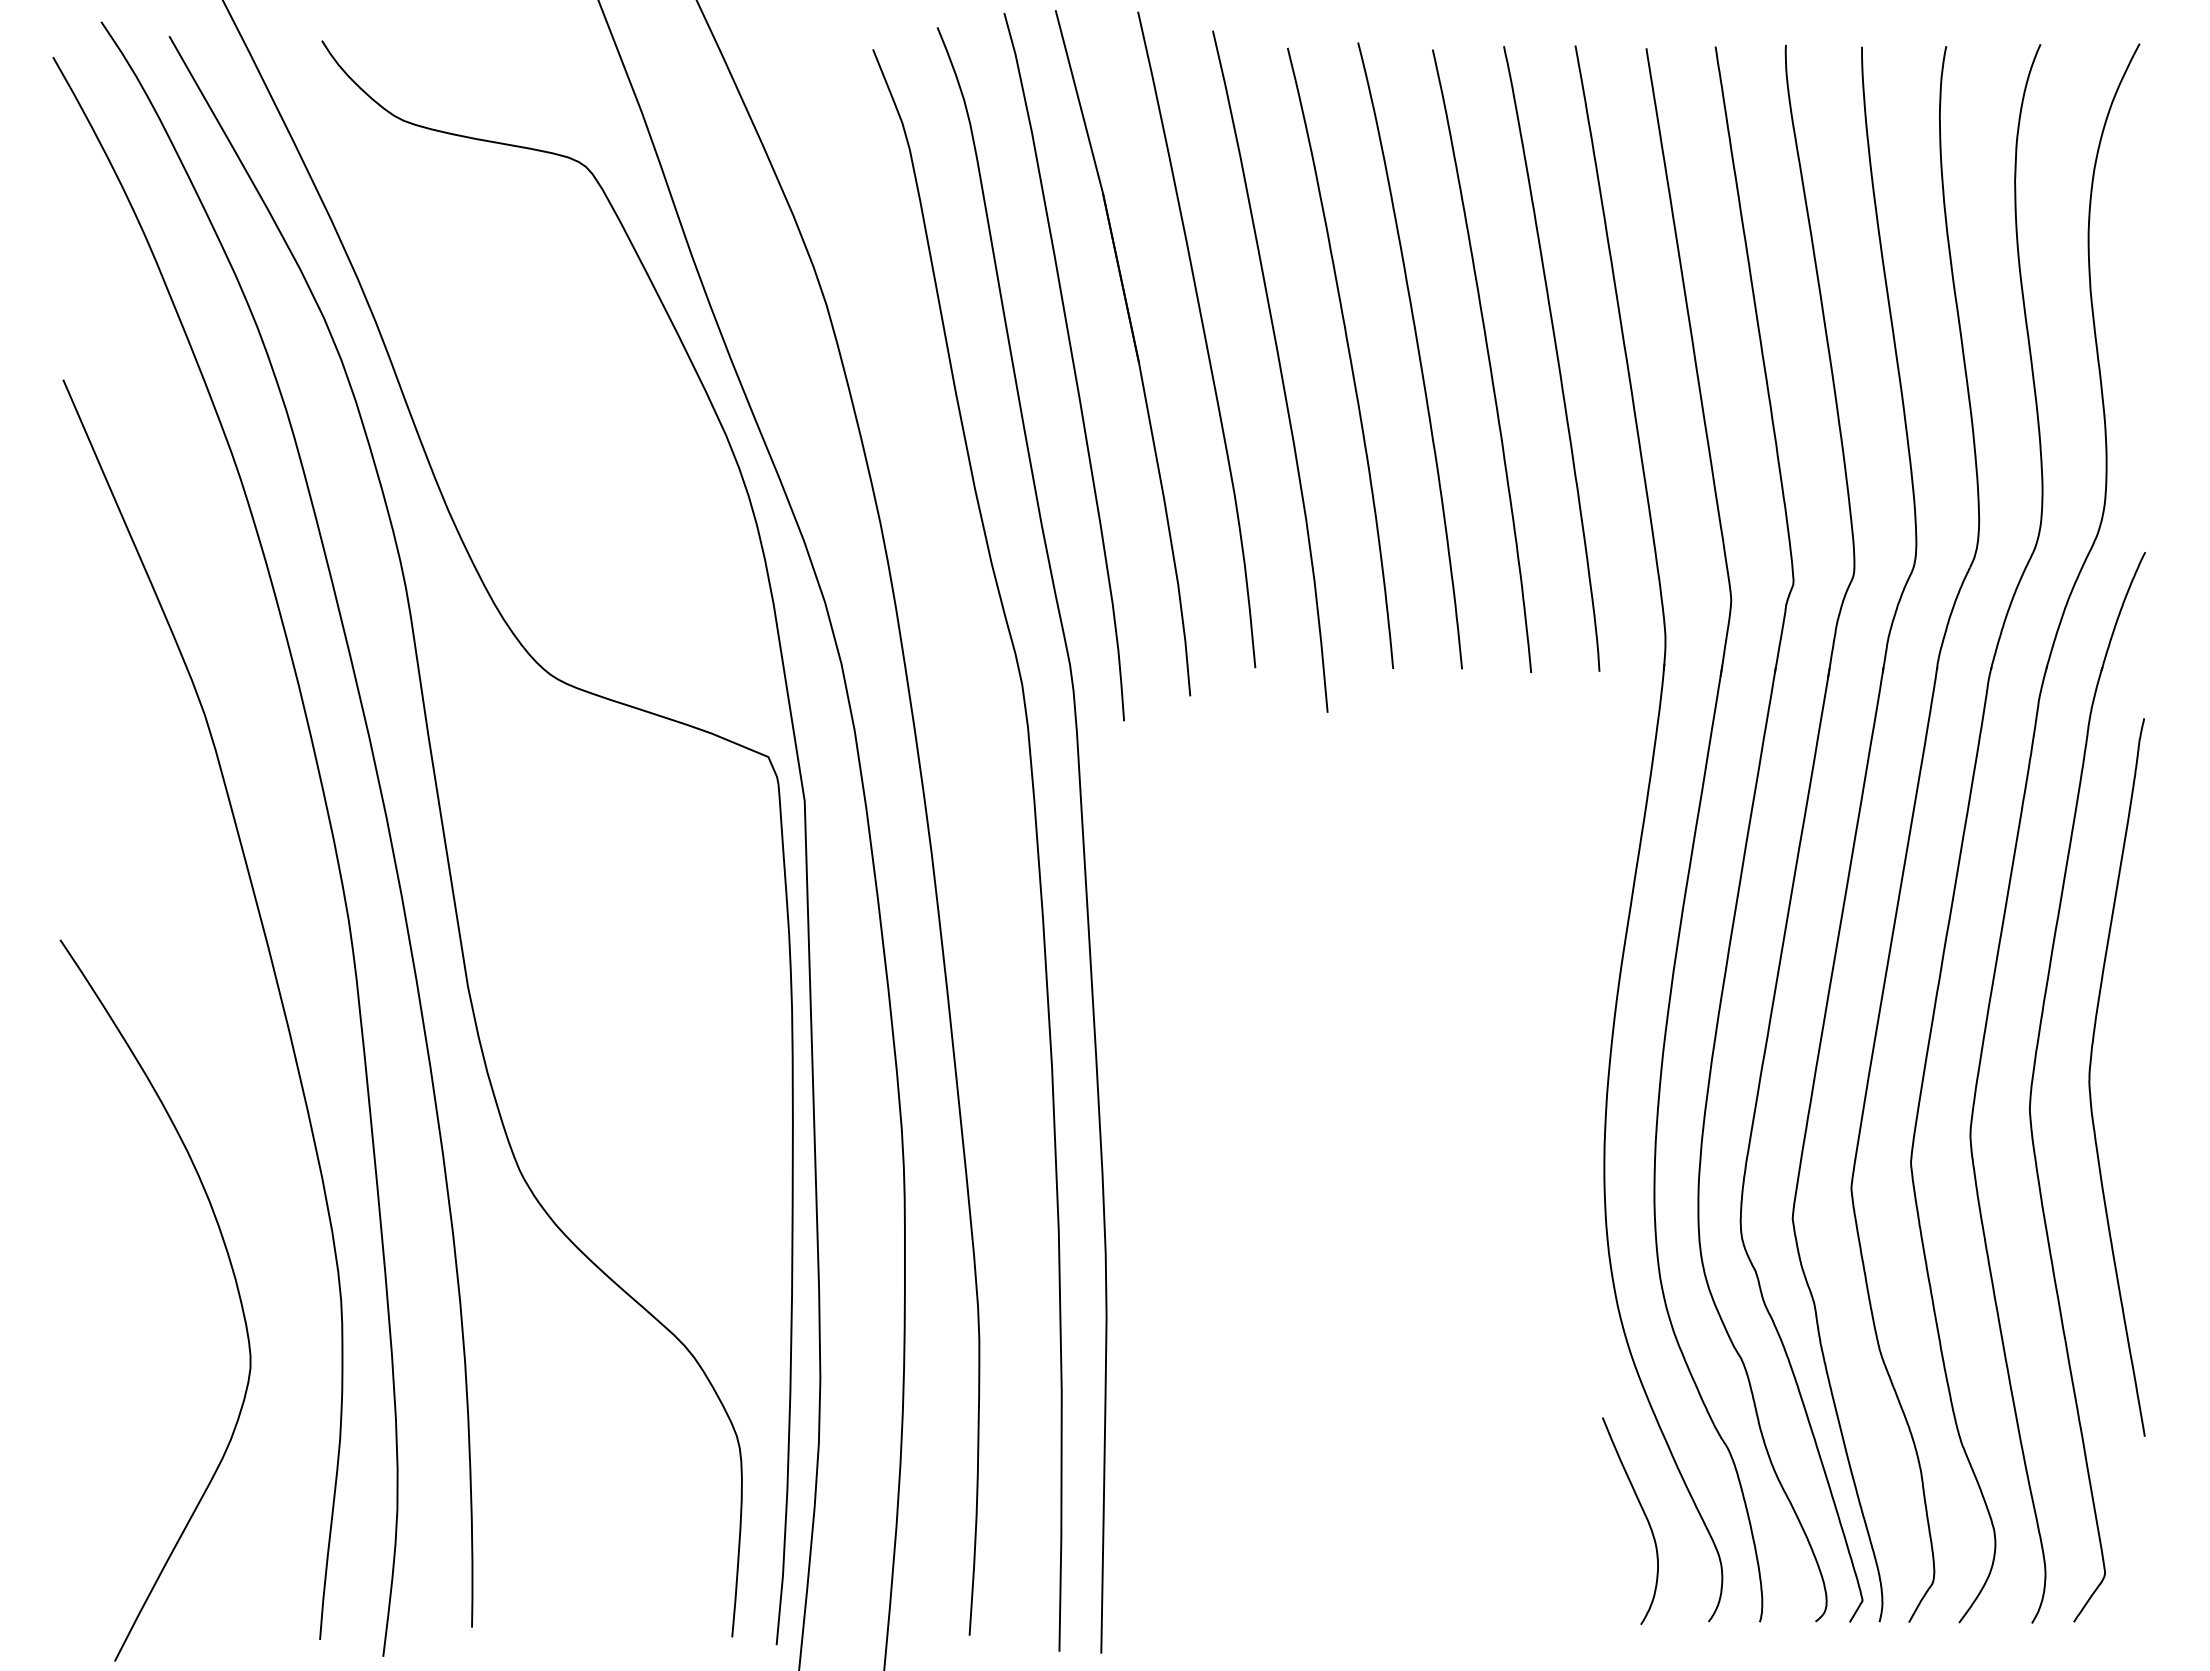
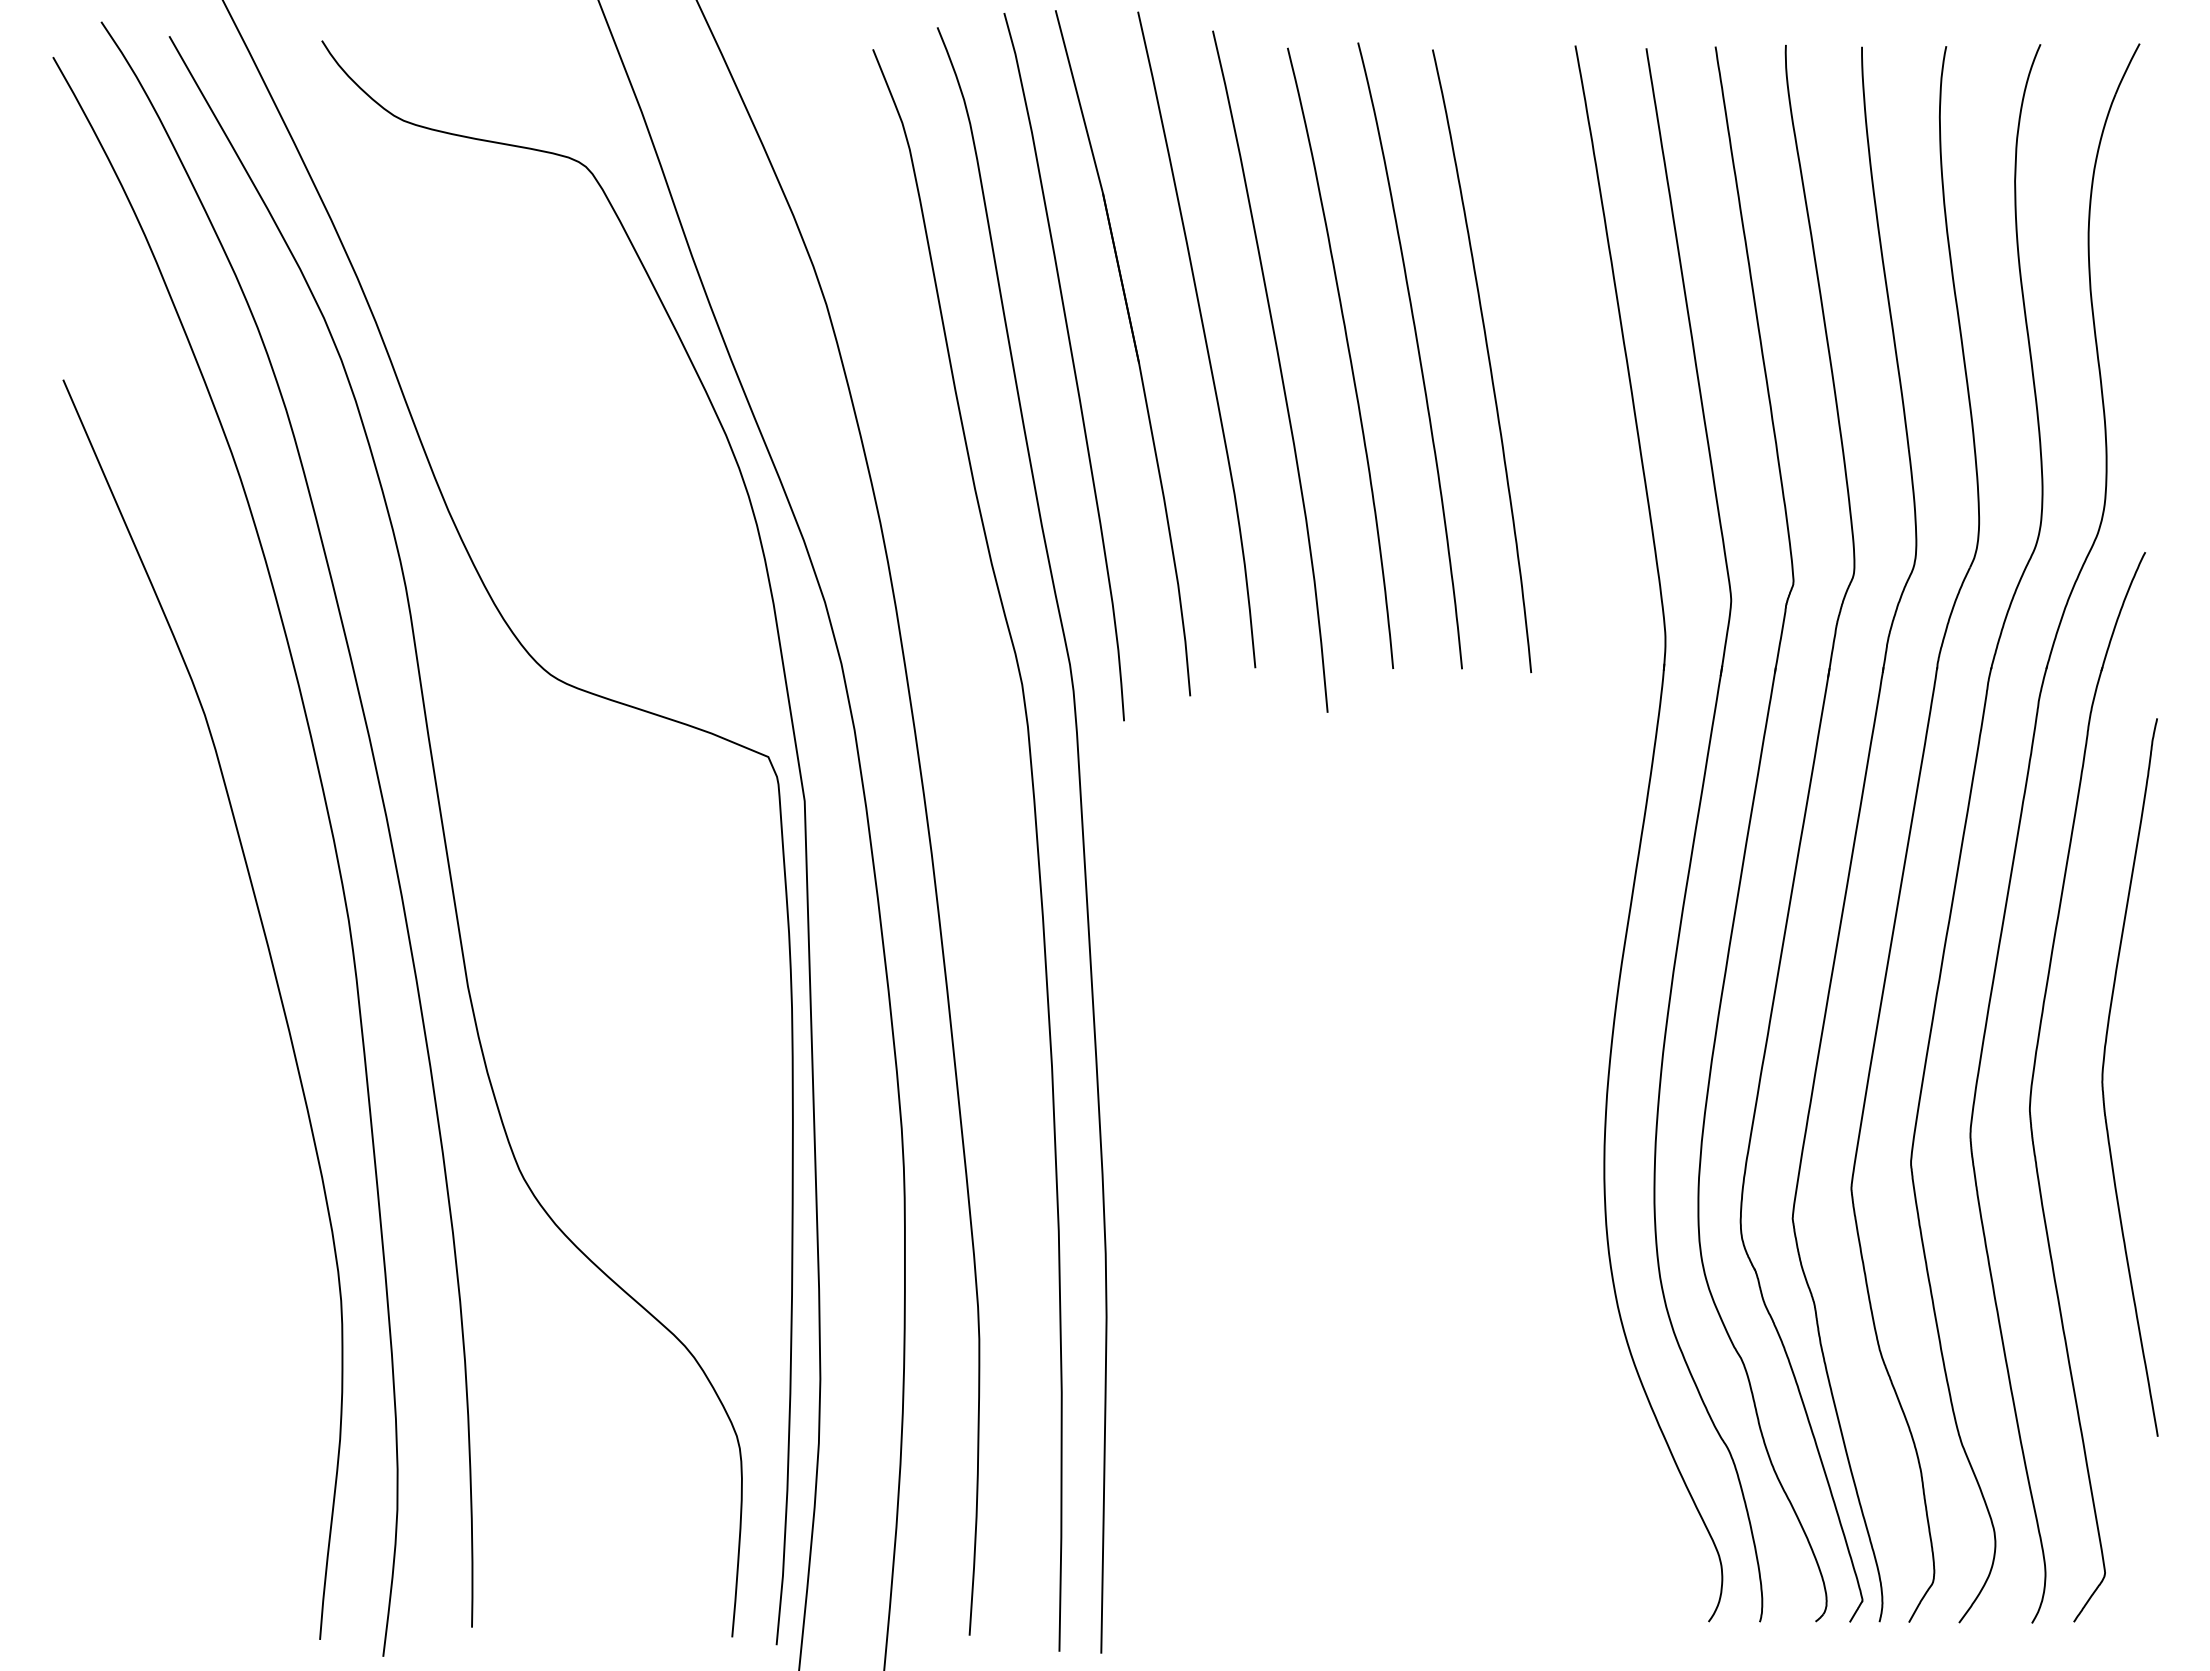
curve at (1556, 357): present -> none
curve at (2090, 1077) position: (2090, 1077) -> (2103, 1077)
curve at (233, 1276): present -> none
curve at (1643, 1513): present -> none
